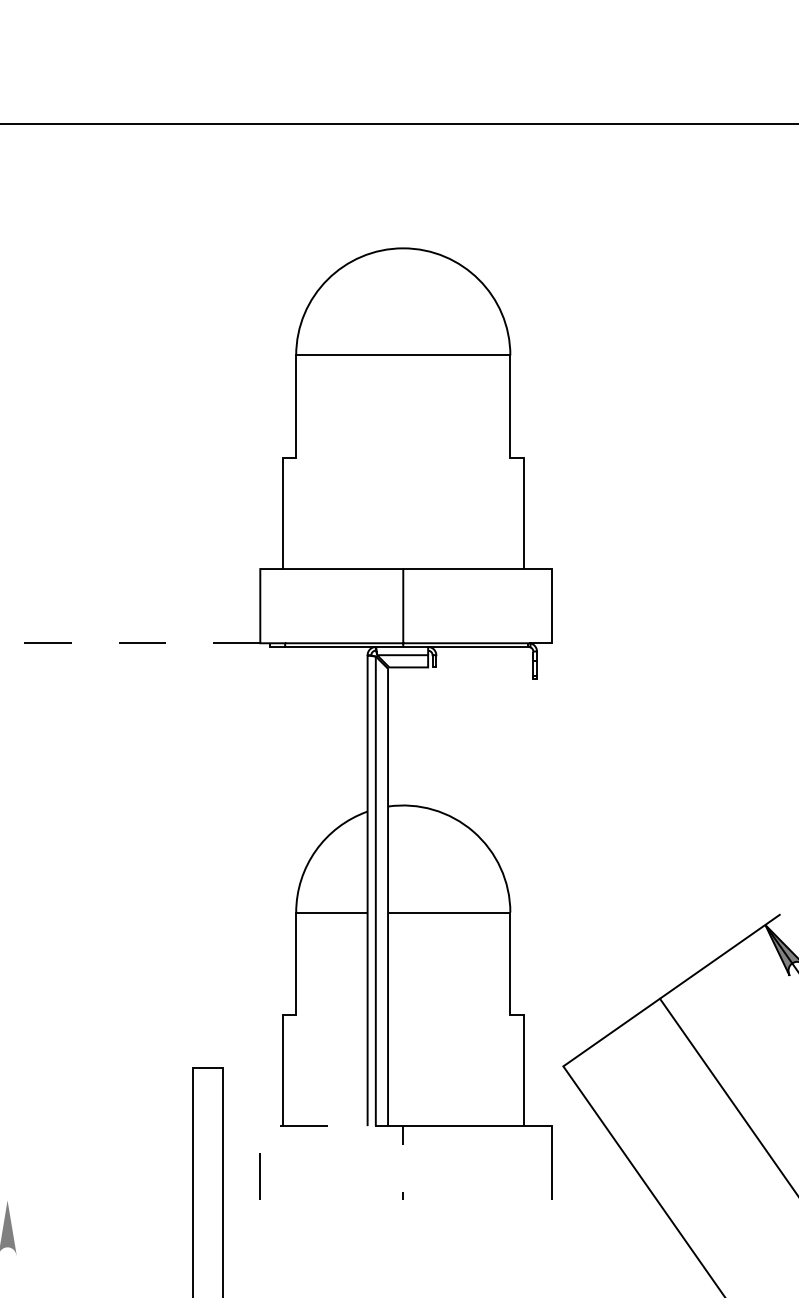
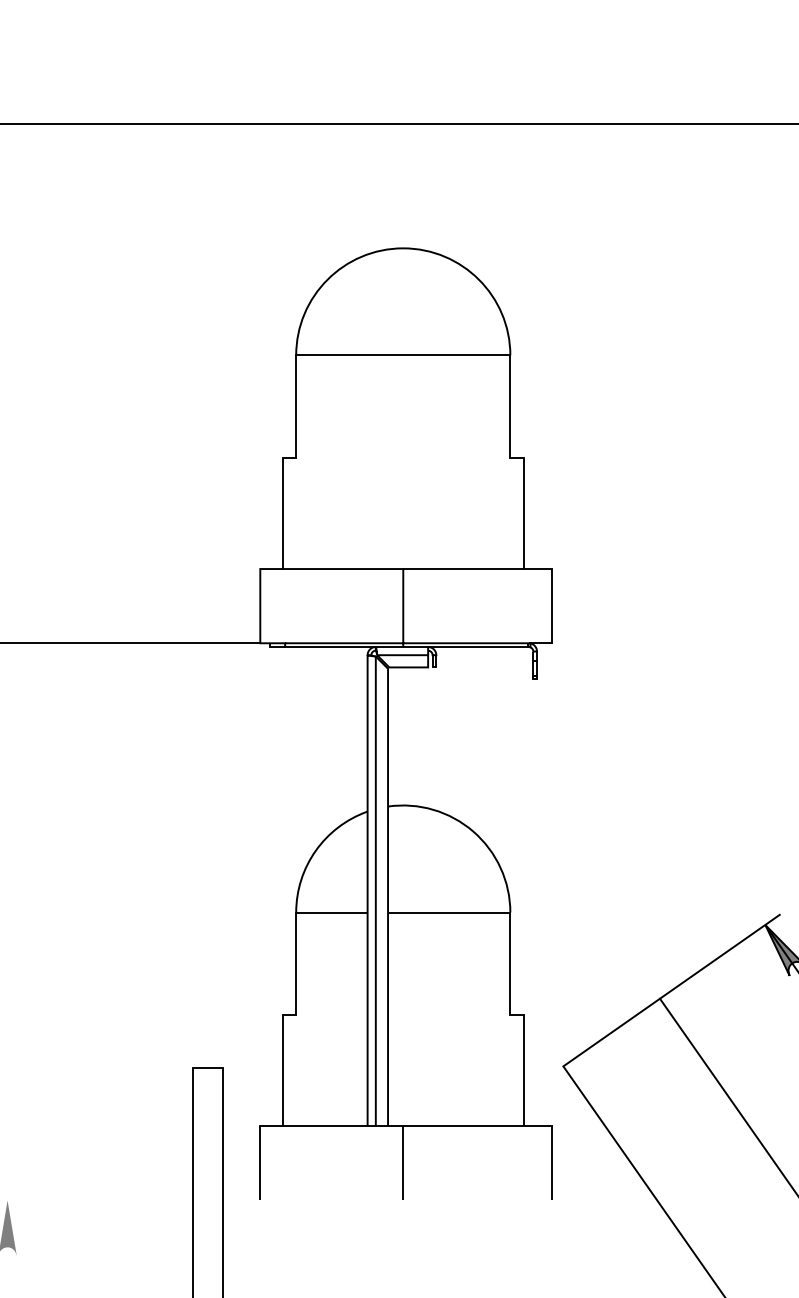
line at (130, 643): dashed -> solid
line at (332, 1126): dashed -> solid
